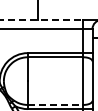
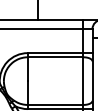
line at (42, 20): dashed -> solid
line at (55, 104): dashed -> solid
